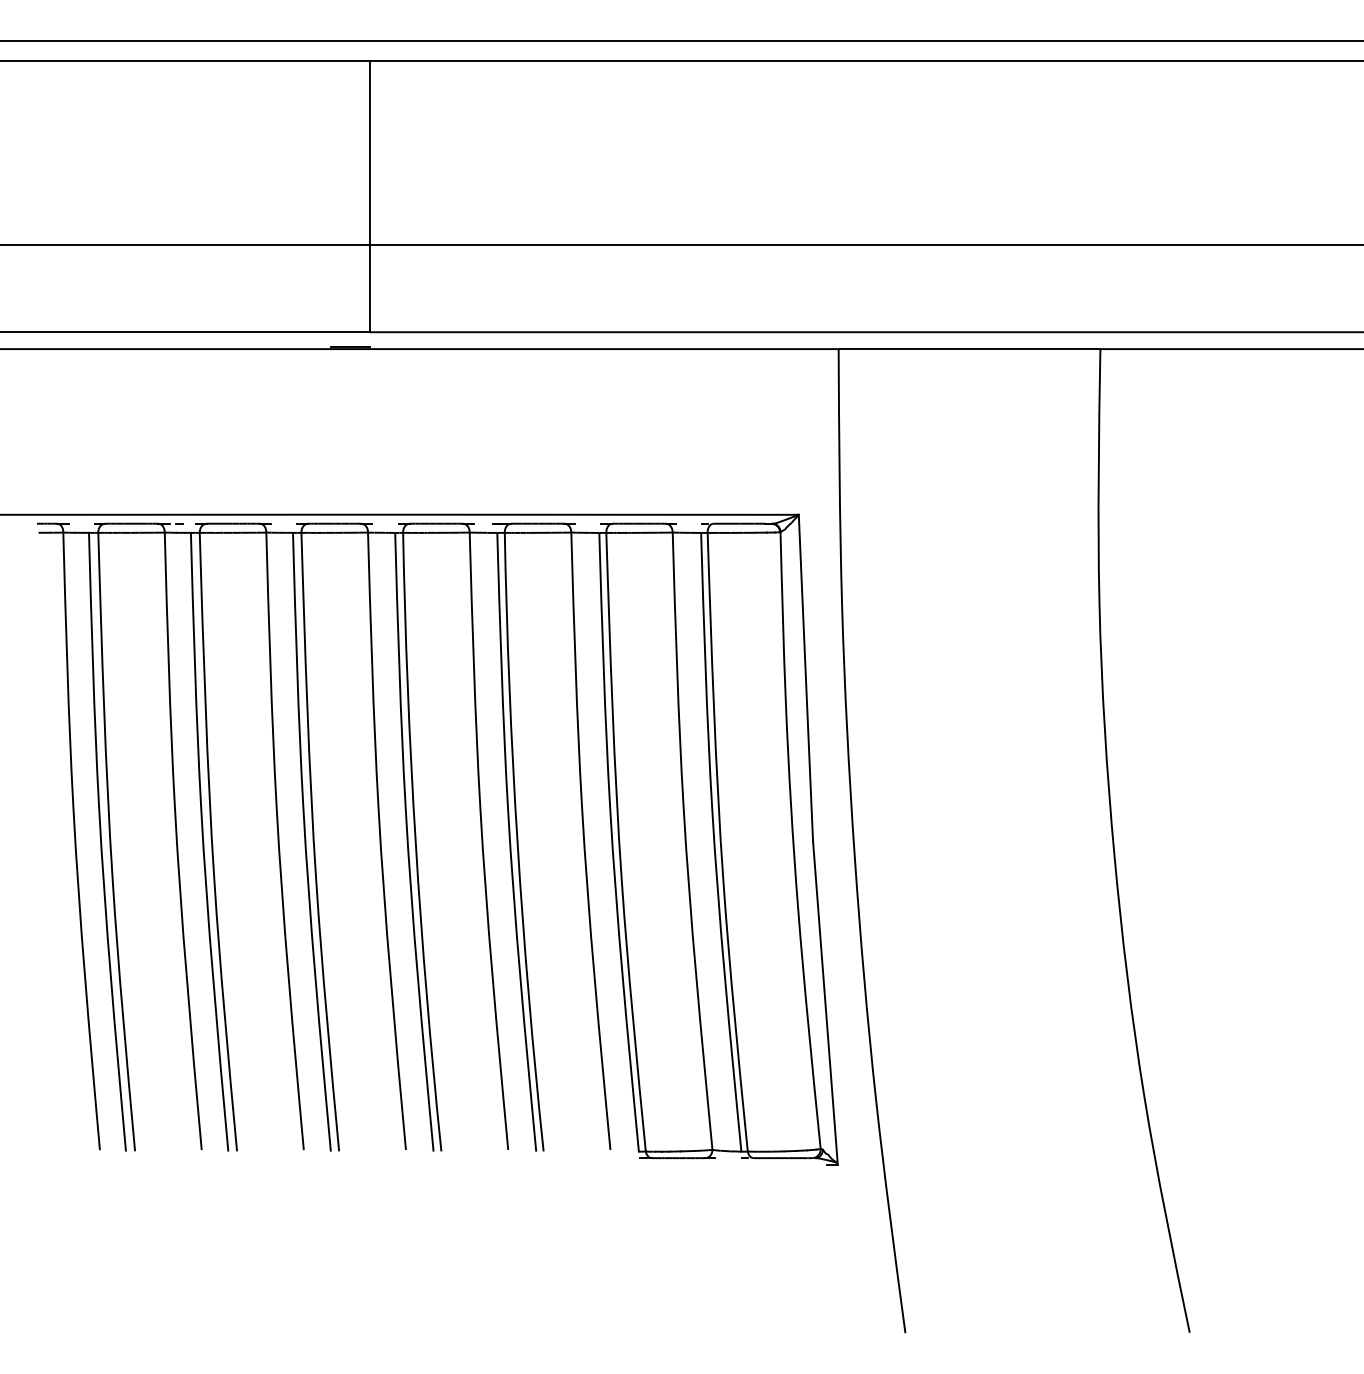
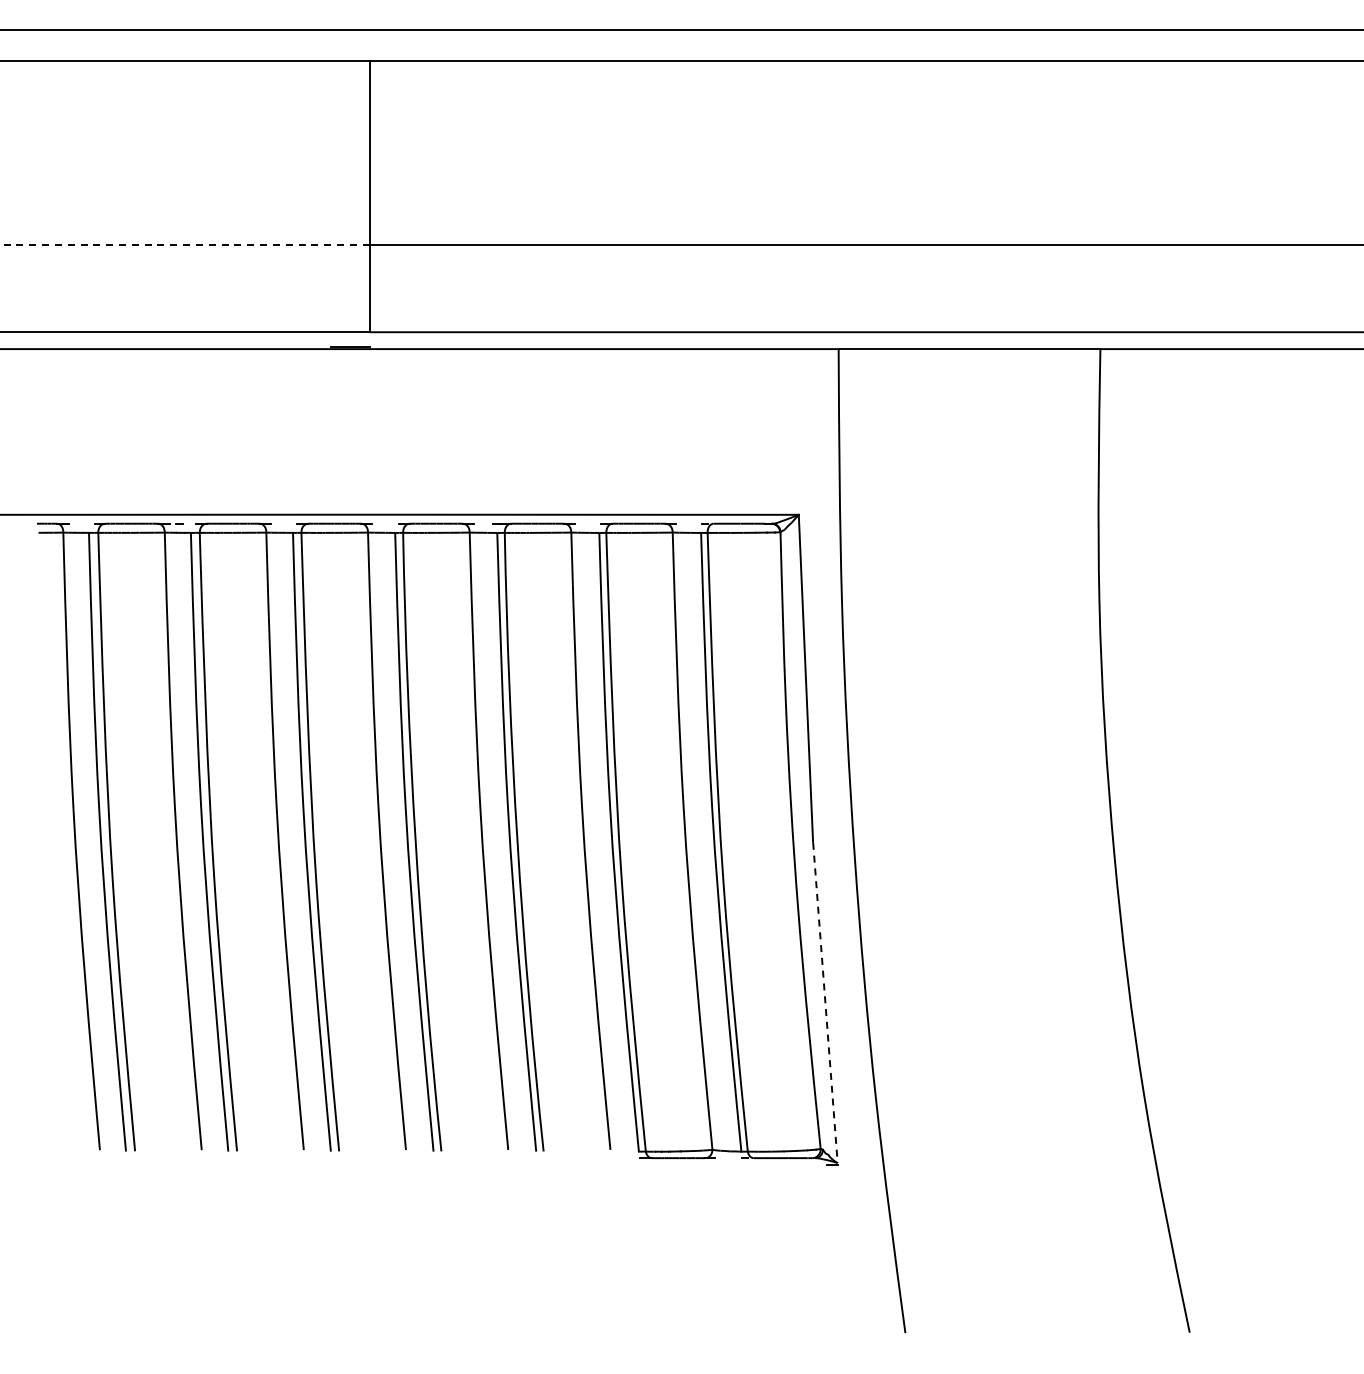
line at (681, 41) position: (681, 41) -> (681, 30)
line at (184, 244): solid -> dashed
line at (825, 1002): solid -> dashed
